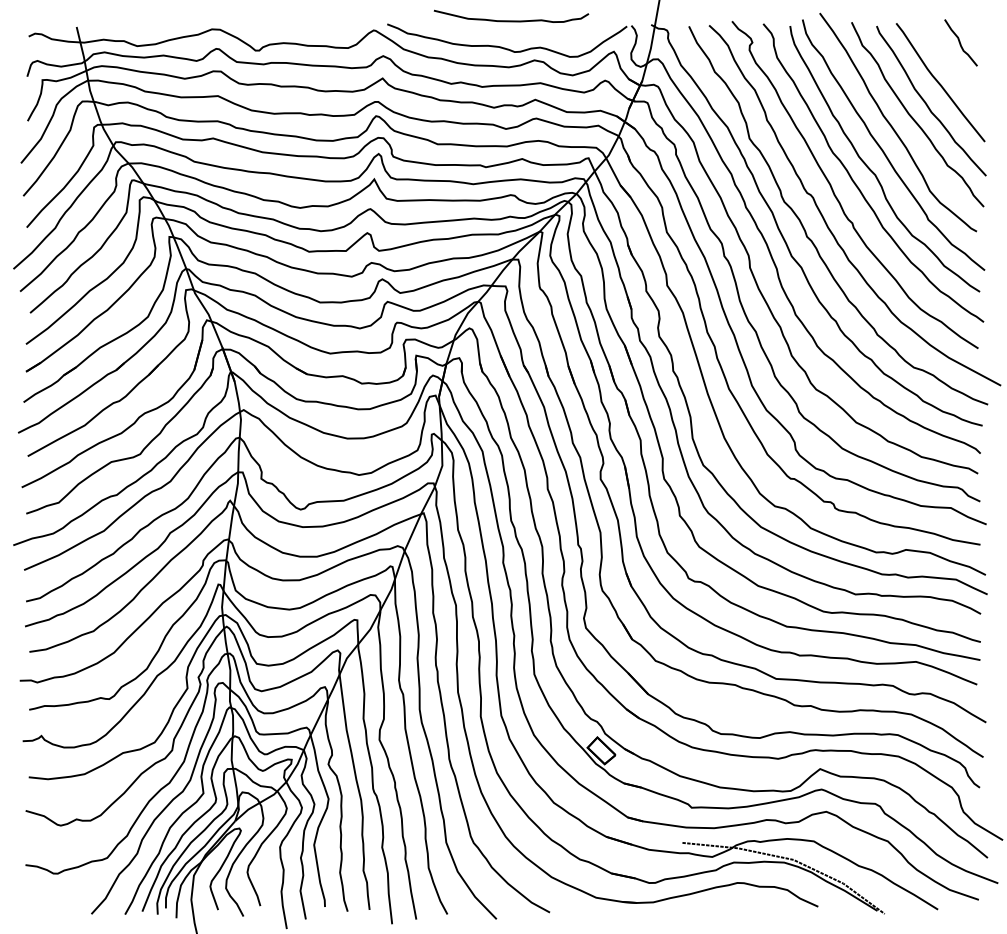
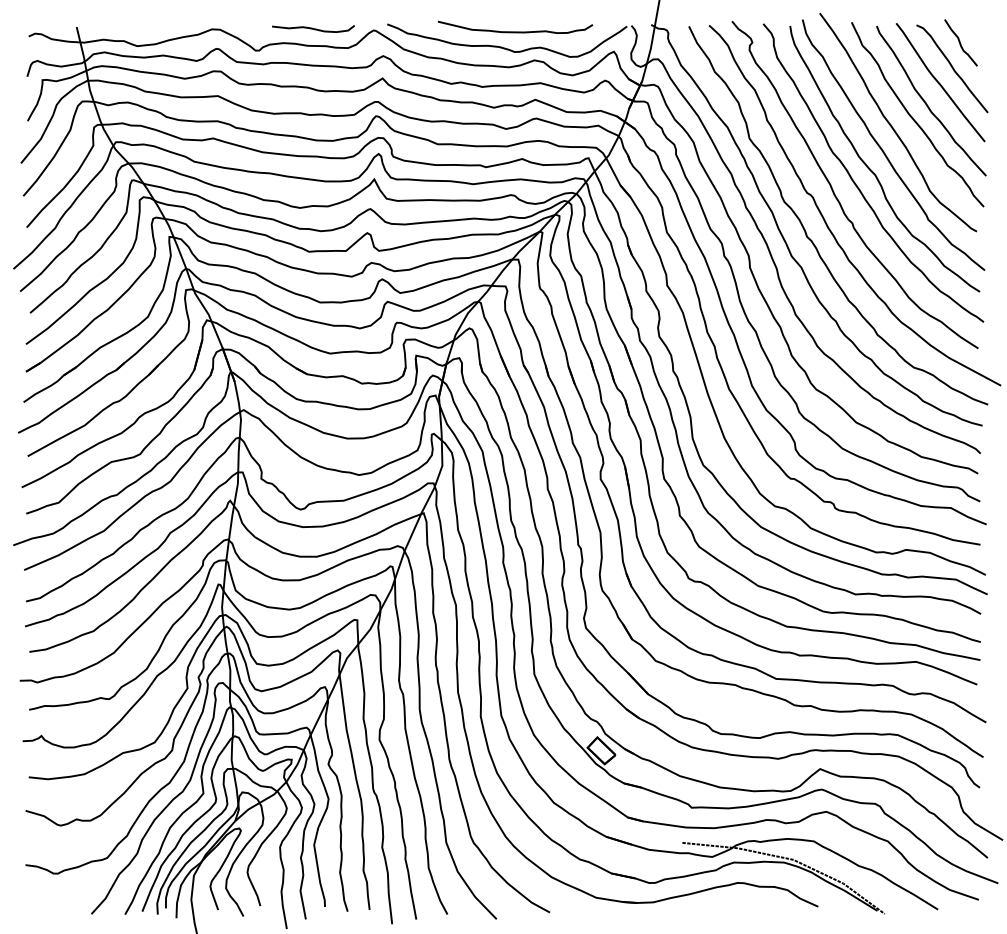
curve at (511, 20) position: (511, 20) -> (515, 31)
curve at (313, 28): none -> present
curve at (952, 68): none -> present
